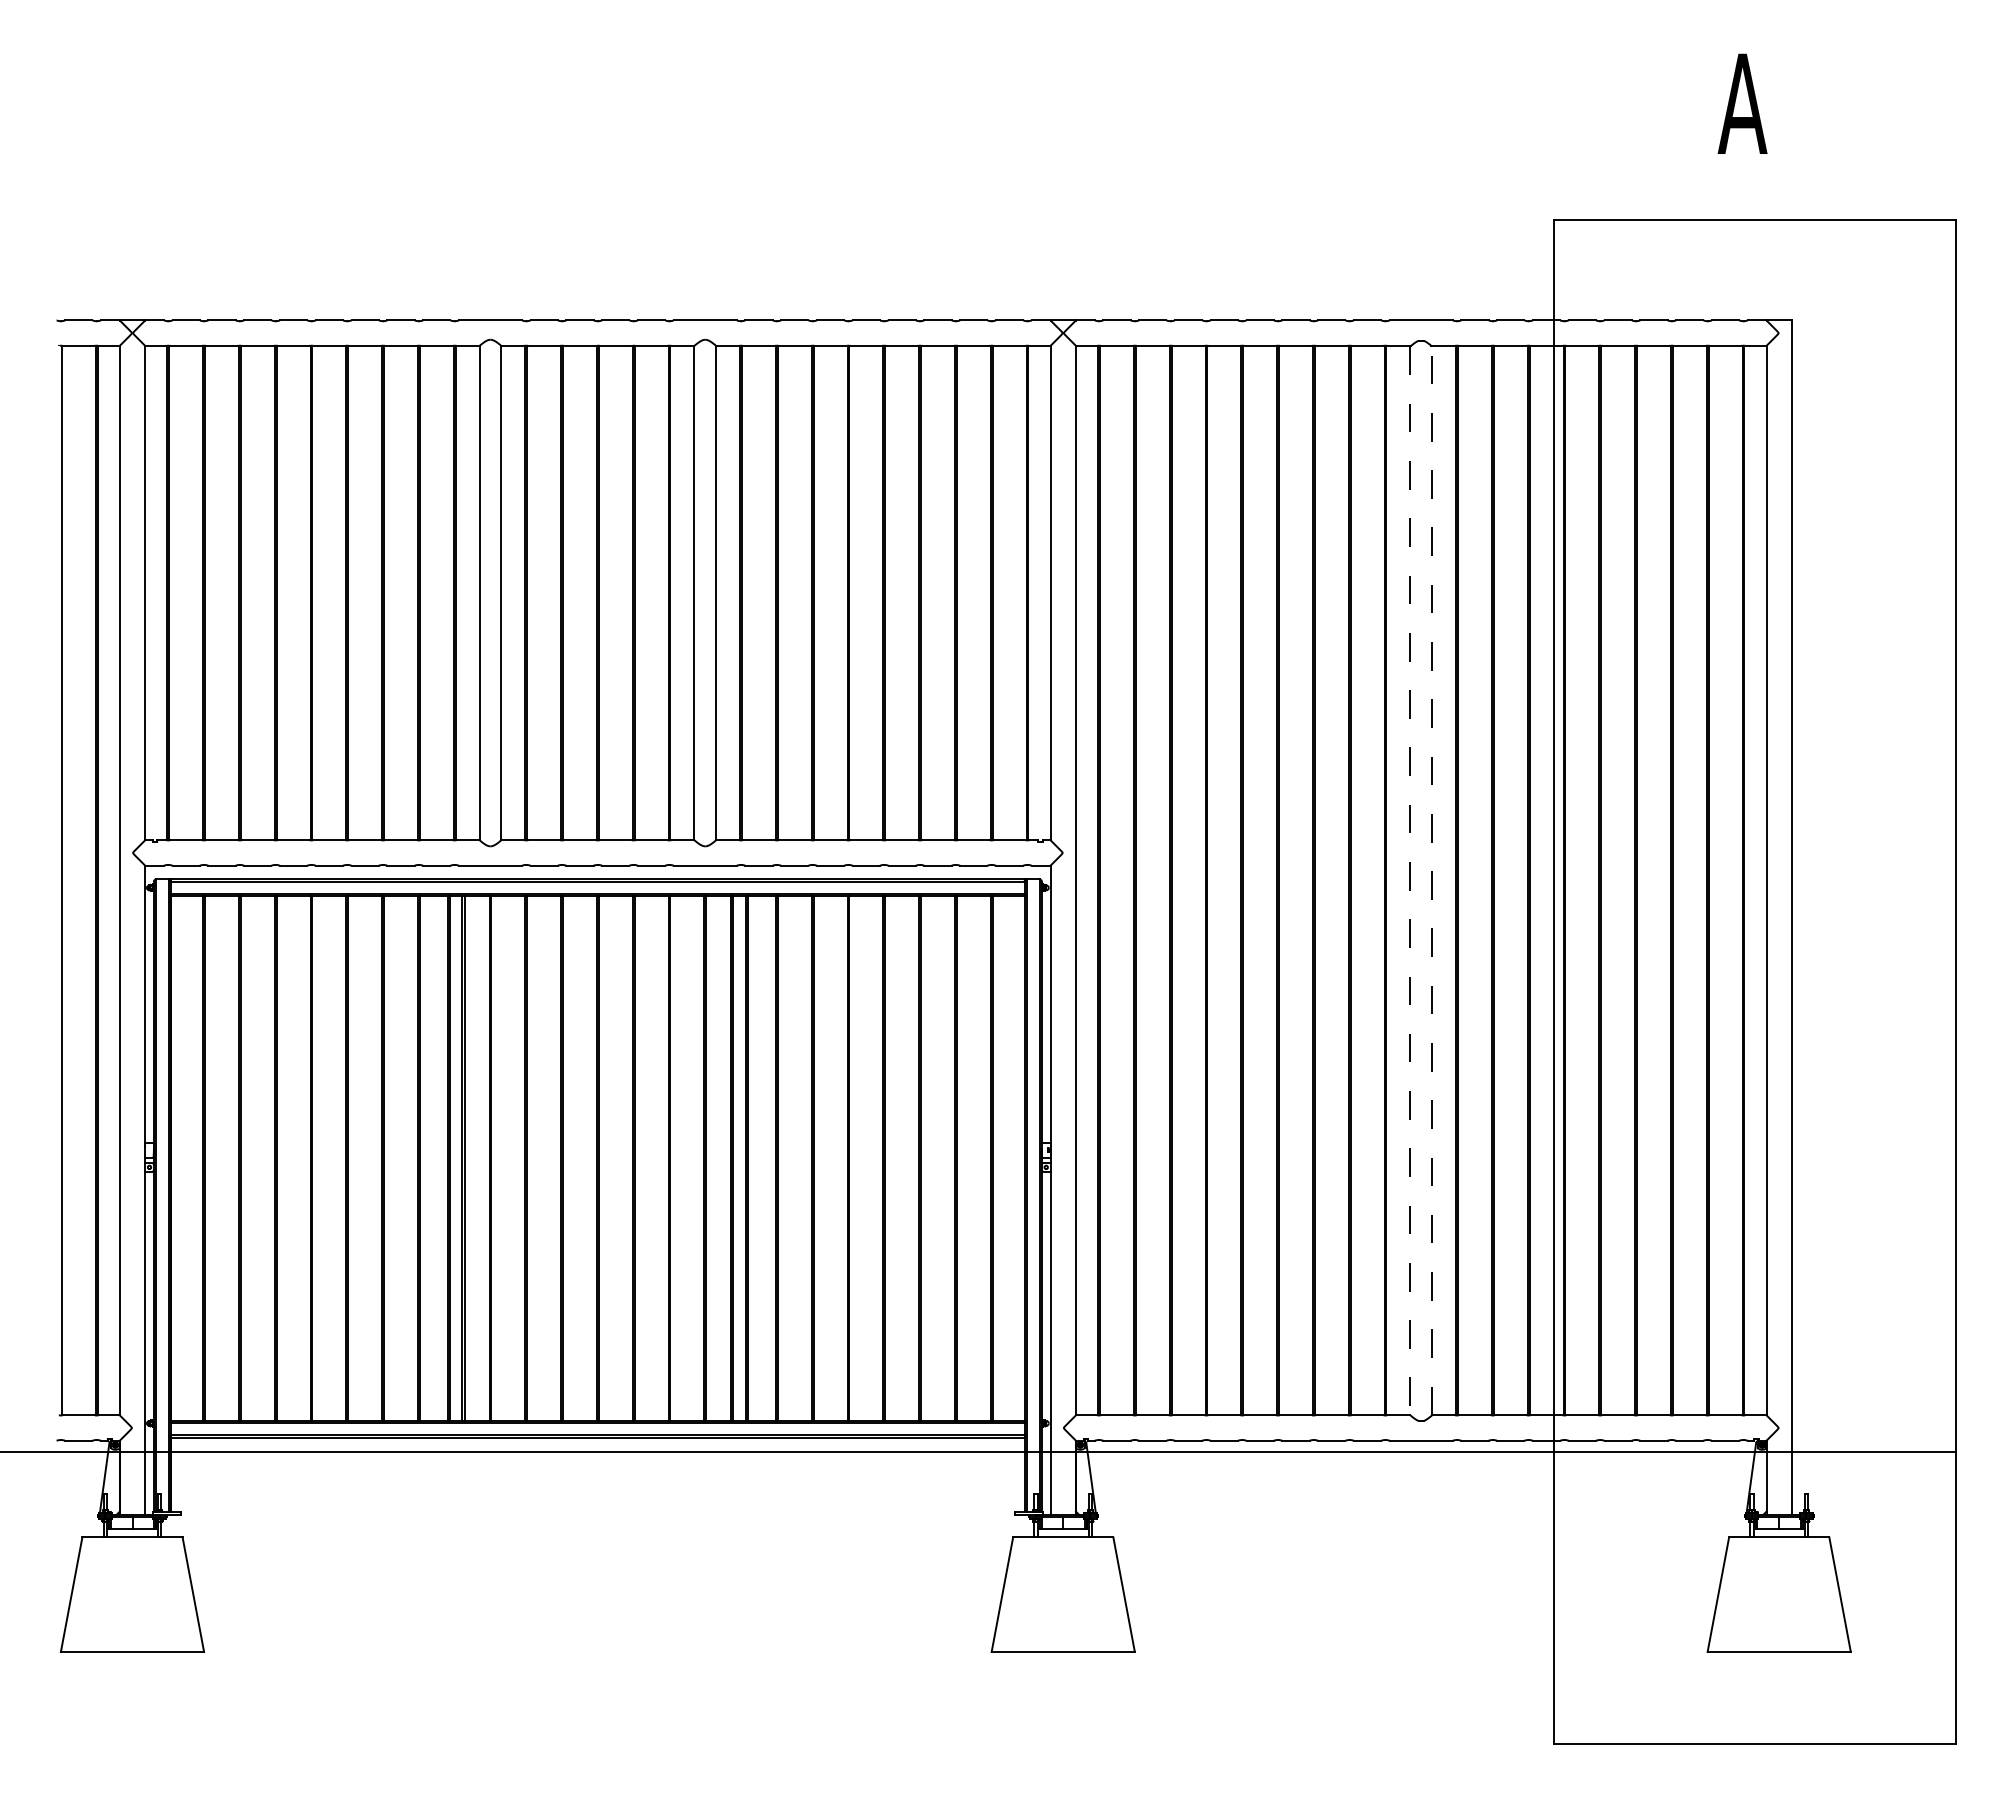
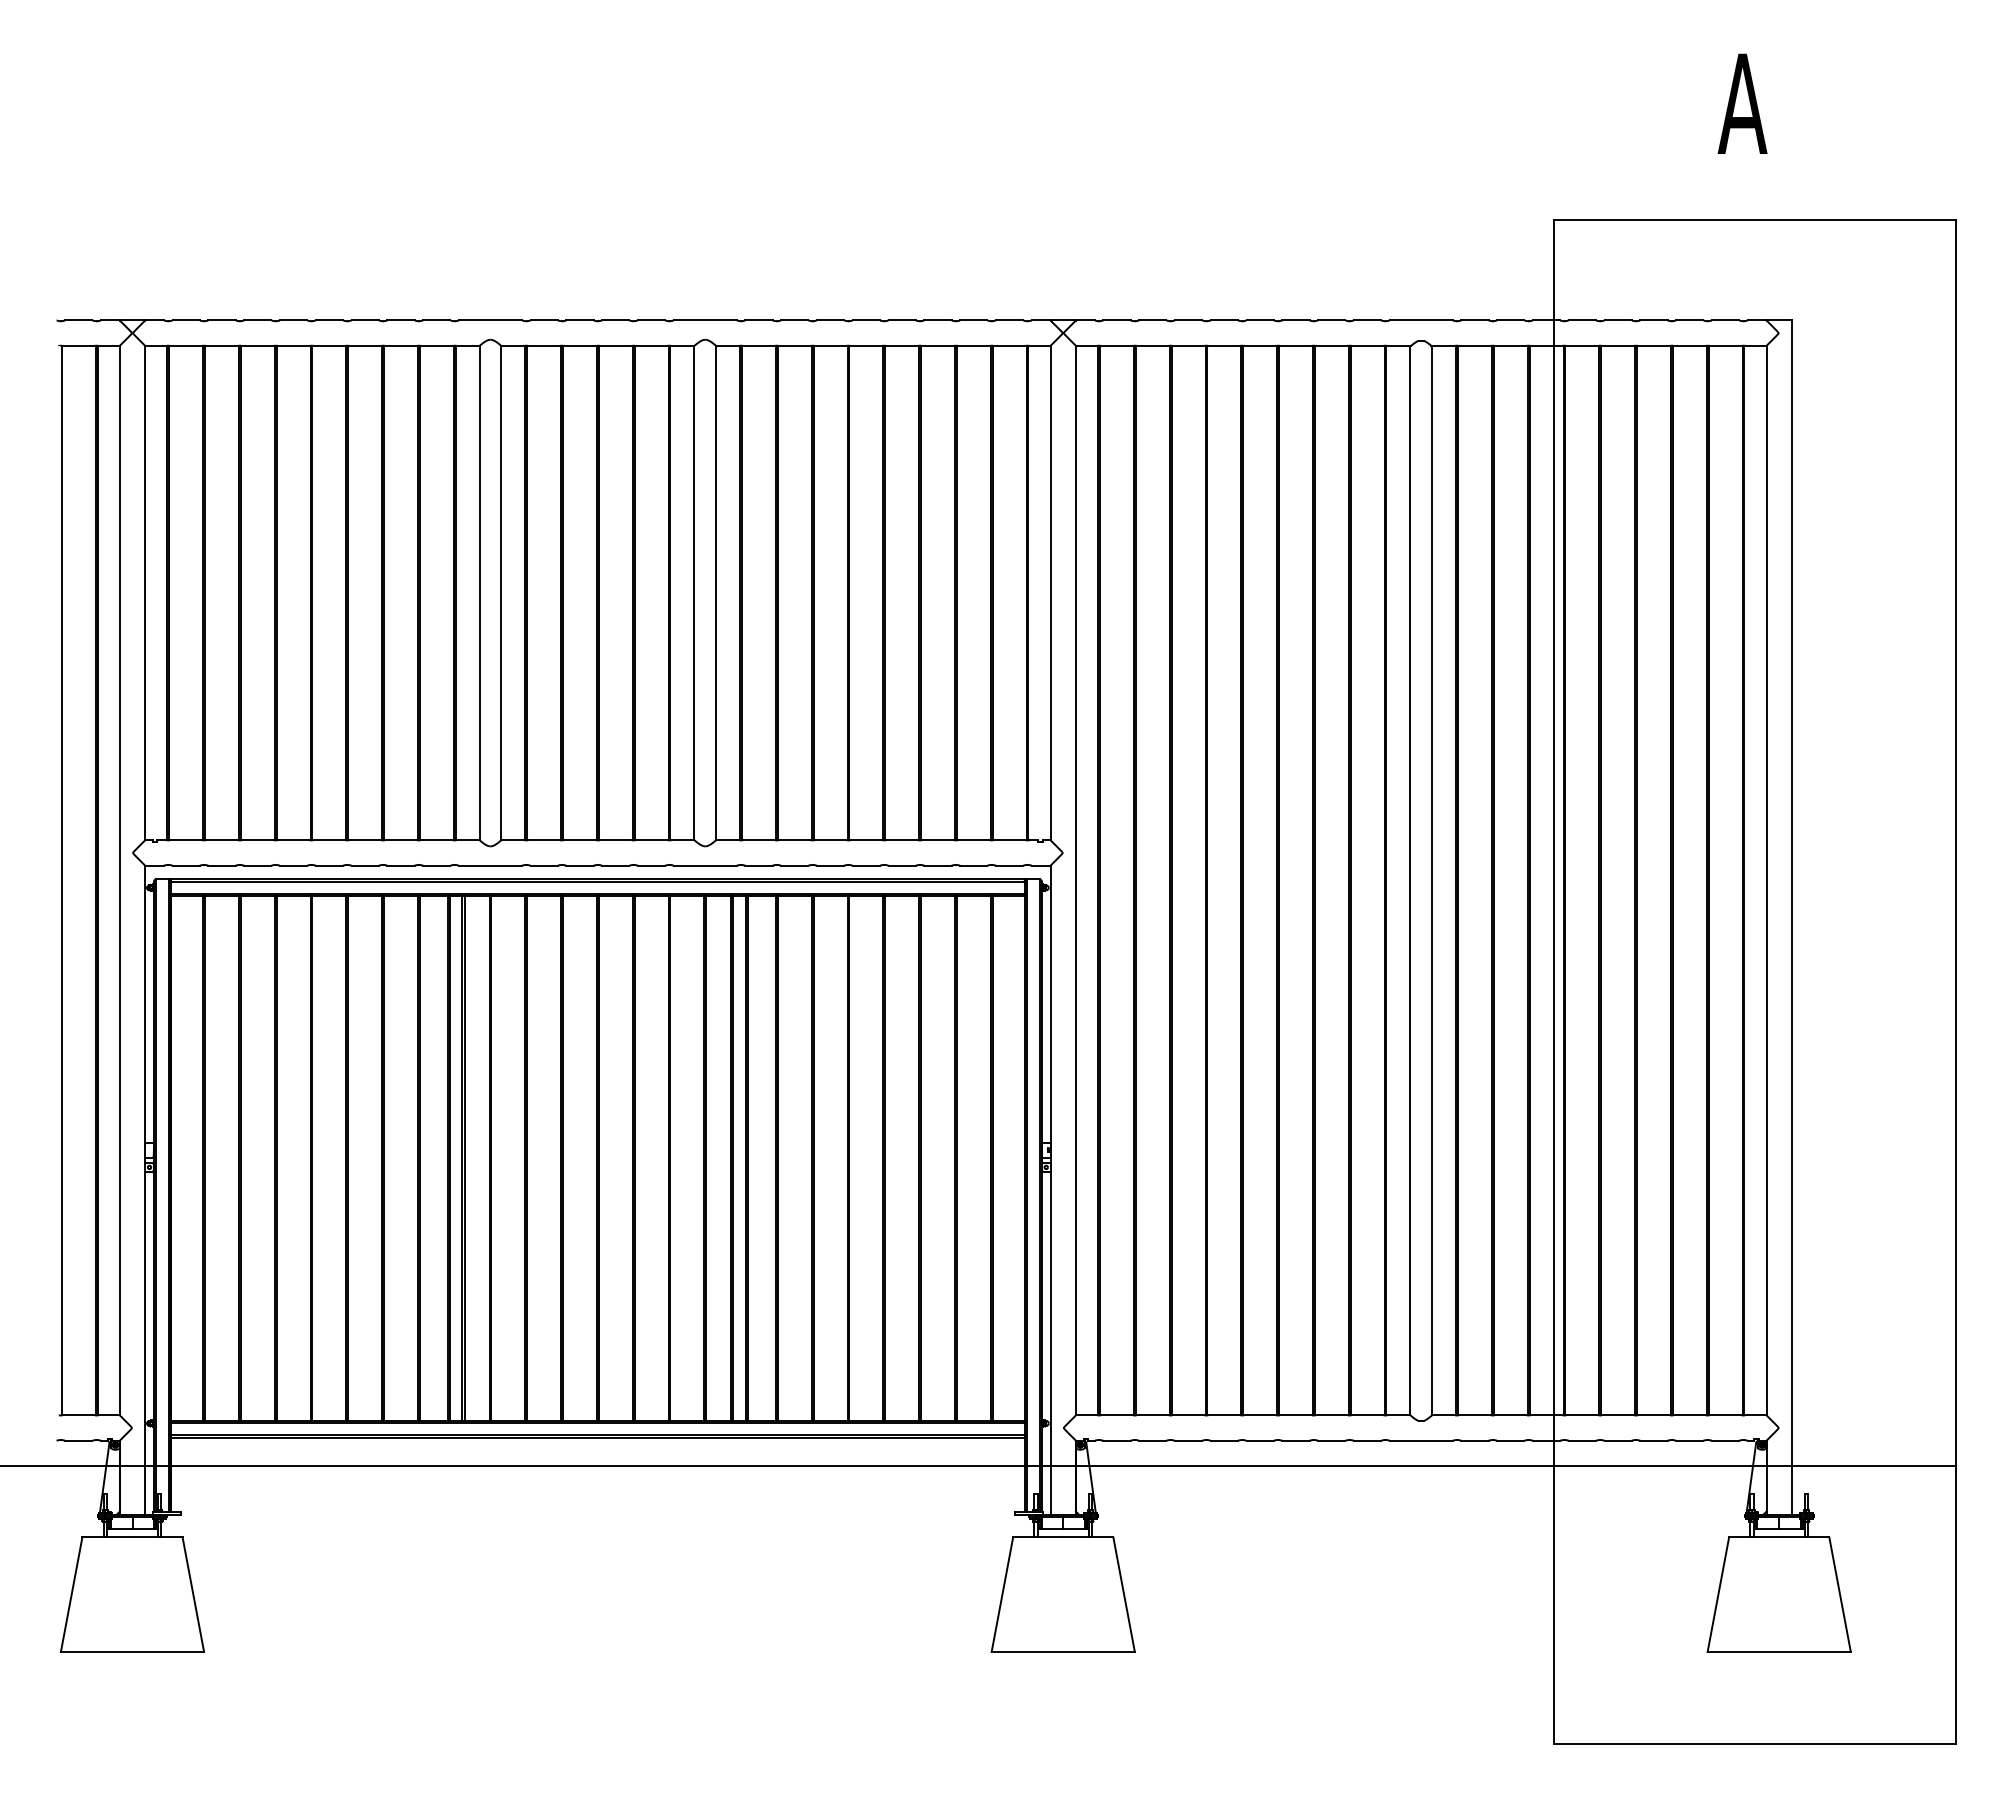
line at (1432, 880): dashed -> solid
line at (1410, 881): dashed -> solid
line at (978, 1451) position: (978, 1451) -> (978, 1465)
